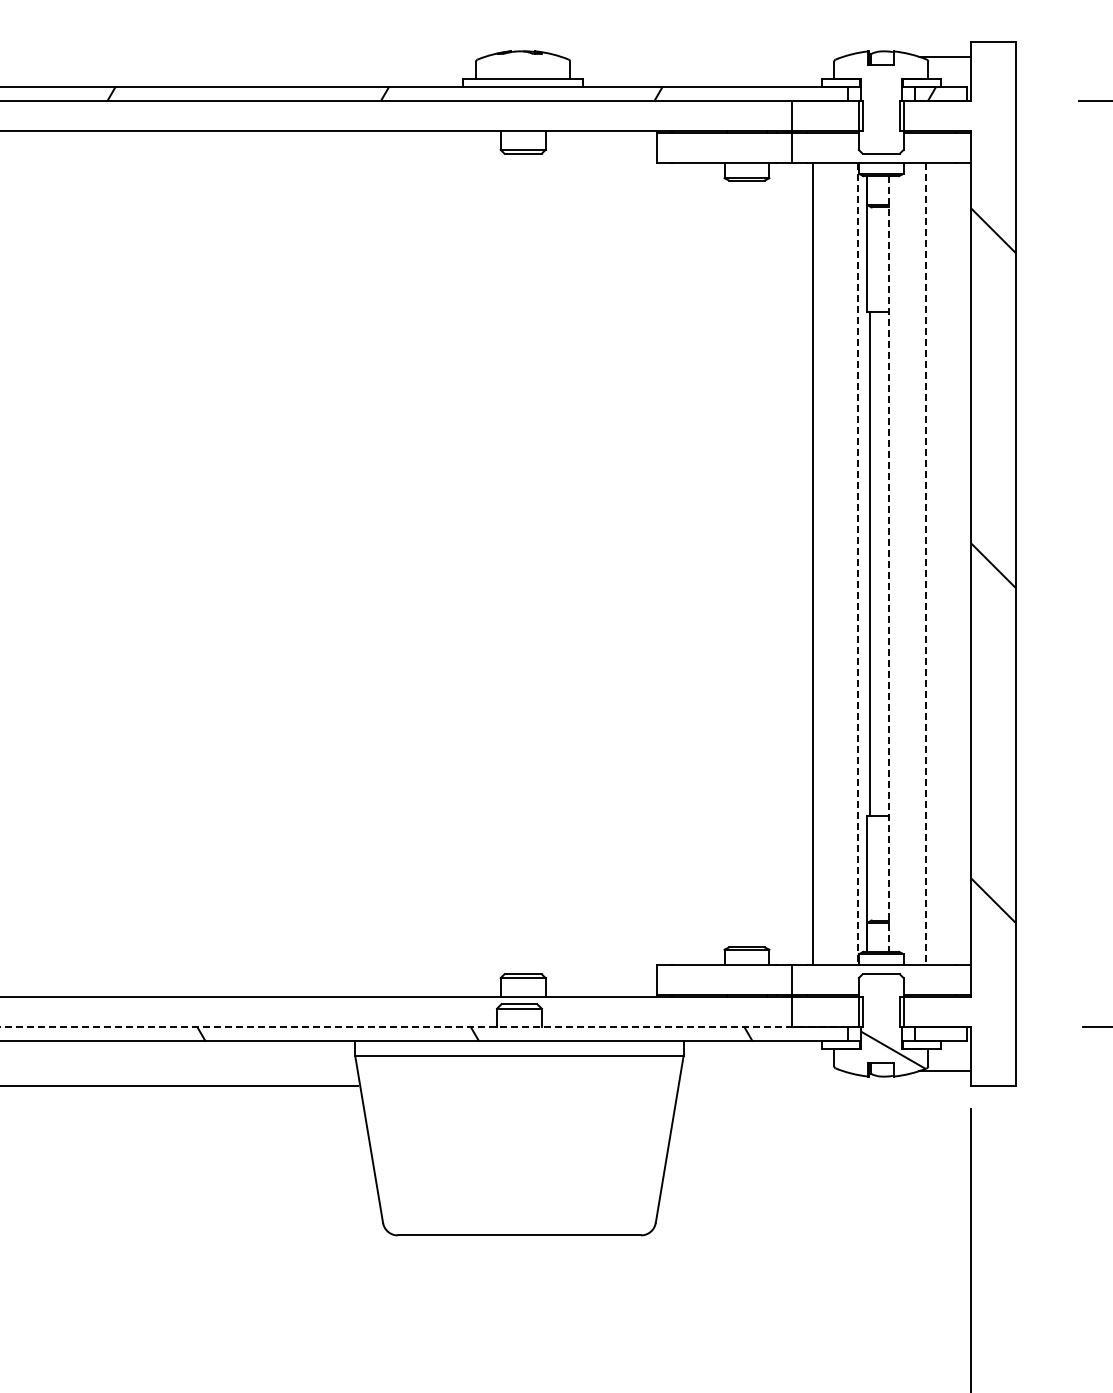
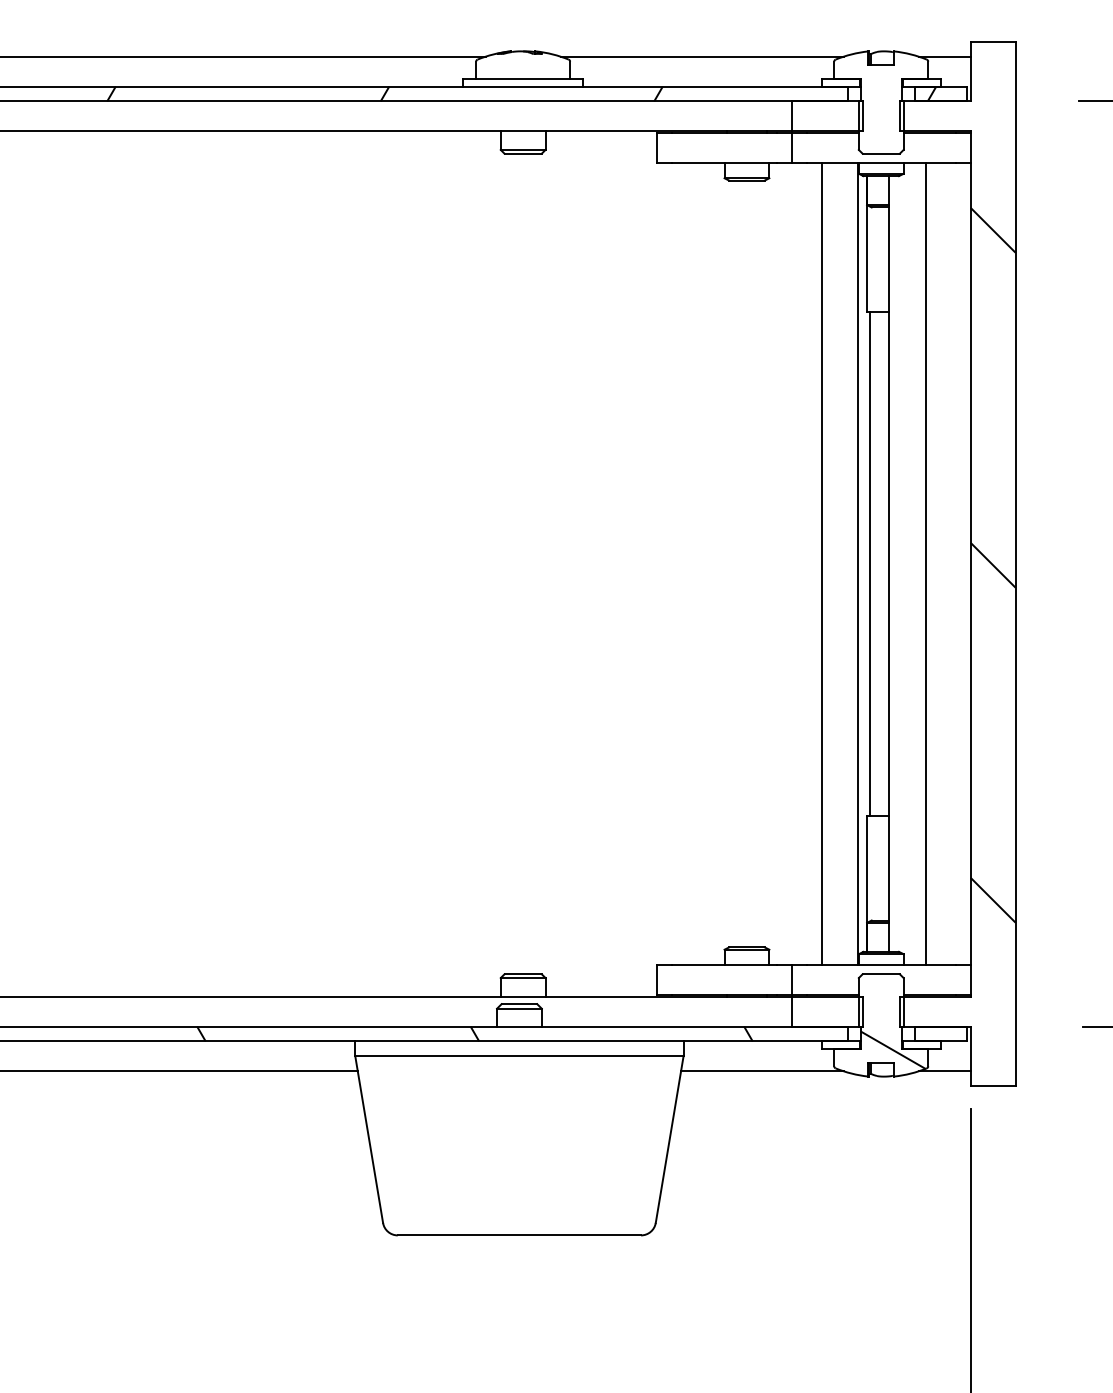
line at (243, 56): none -> present
line at (701, 56): none -> present
line at (812, 563) position: (812, 563) -> (821, 563)
line at (858, 564): dashed -> solid
line at (889, 564): dashed -> solid
line at (926, 564): dashed -> solid
line at (423, 1026): dashed -> solid
line at (762, 1071): none -> present
line at (179, 1086) position: (179, 1086) -> (179, 1071)
